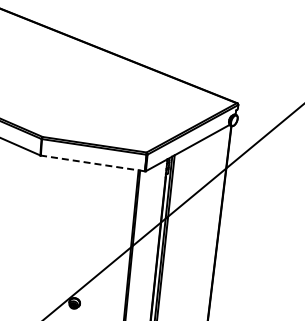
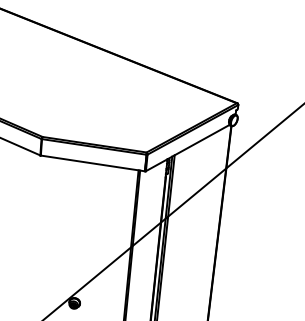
line at (92, 163): dashed -> solid
